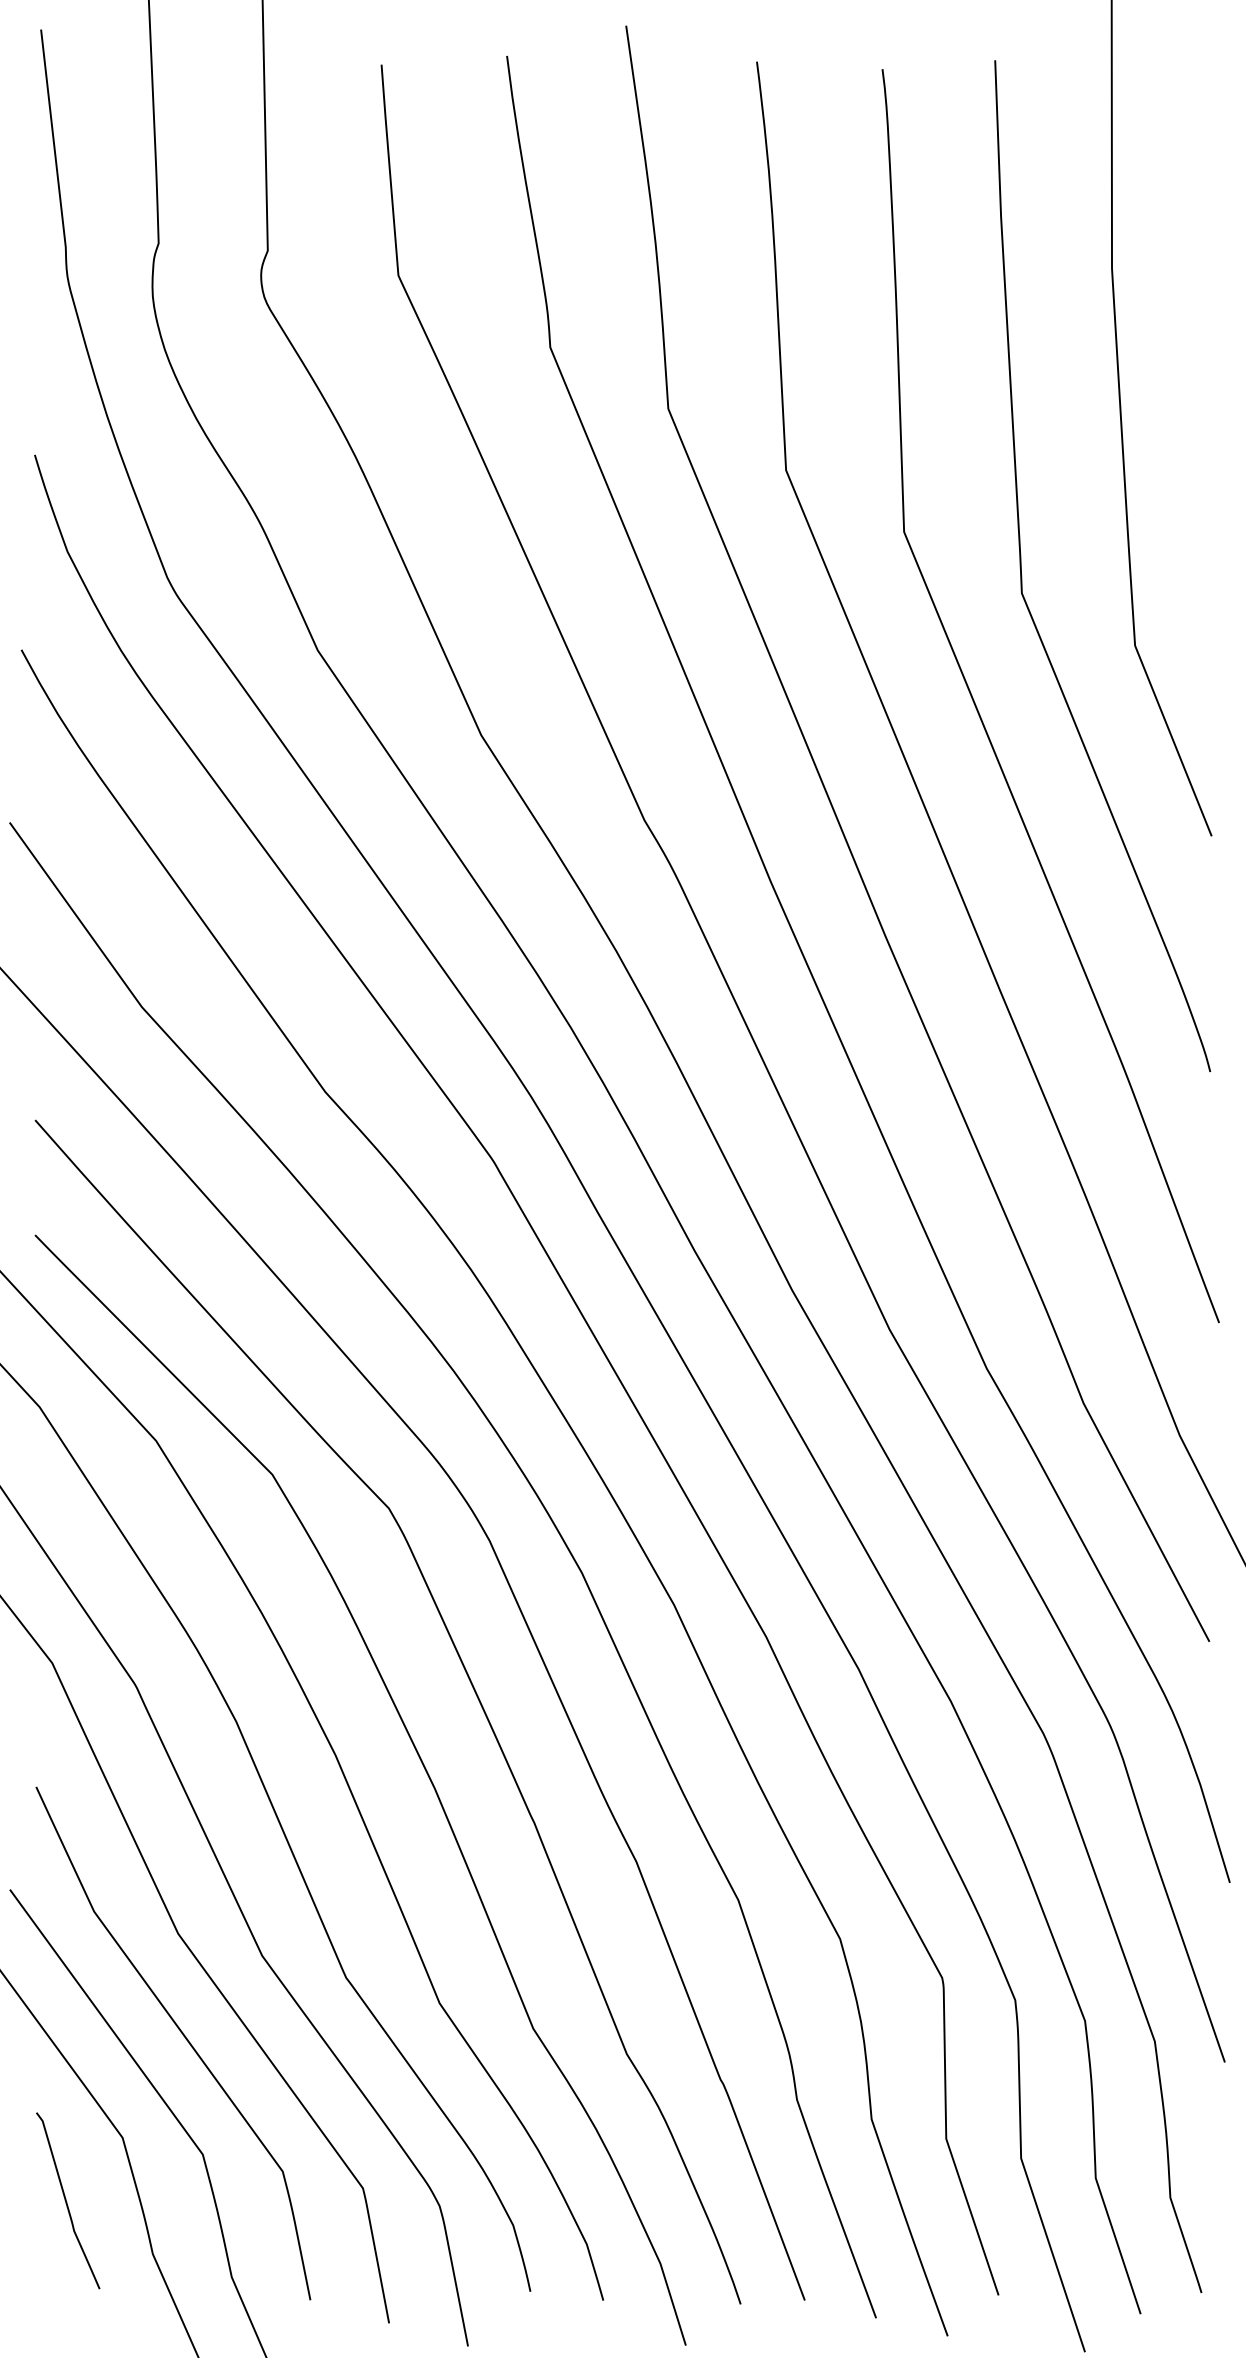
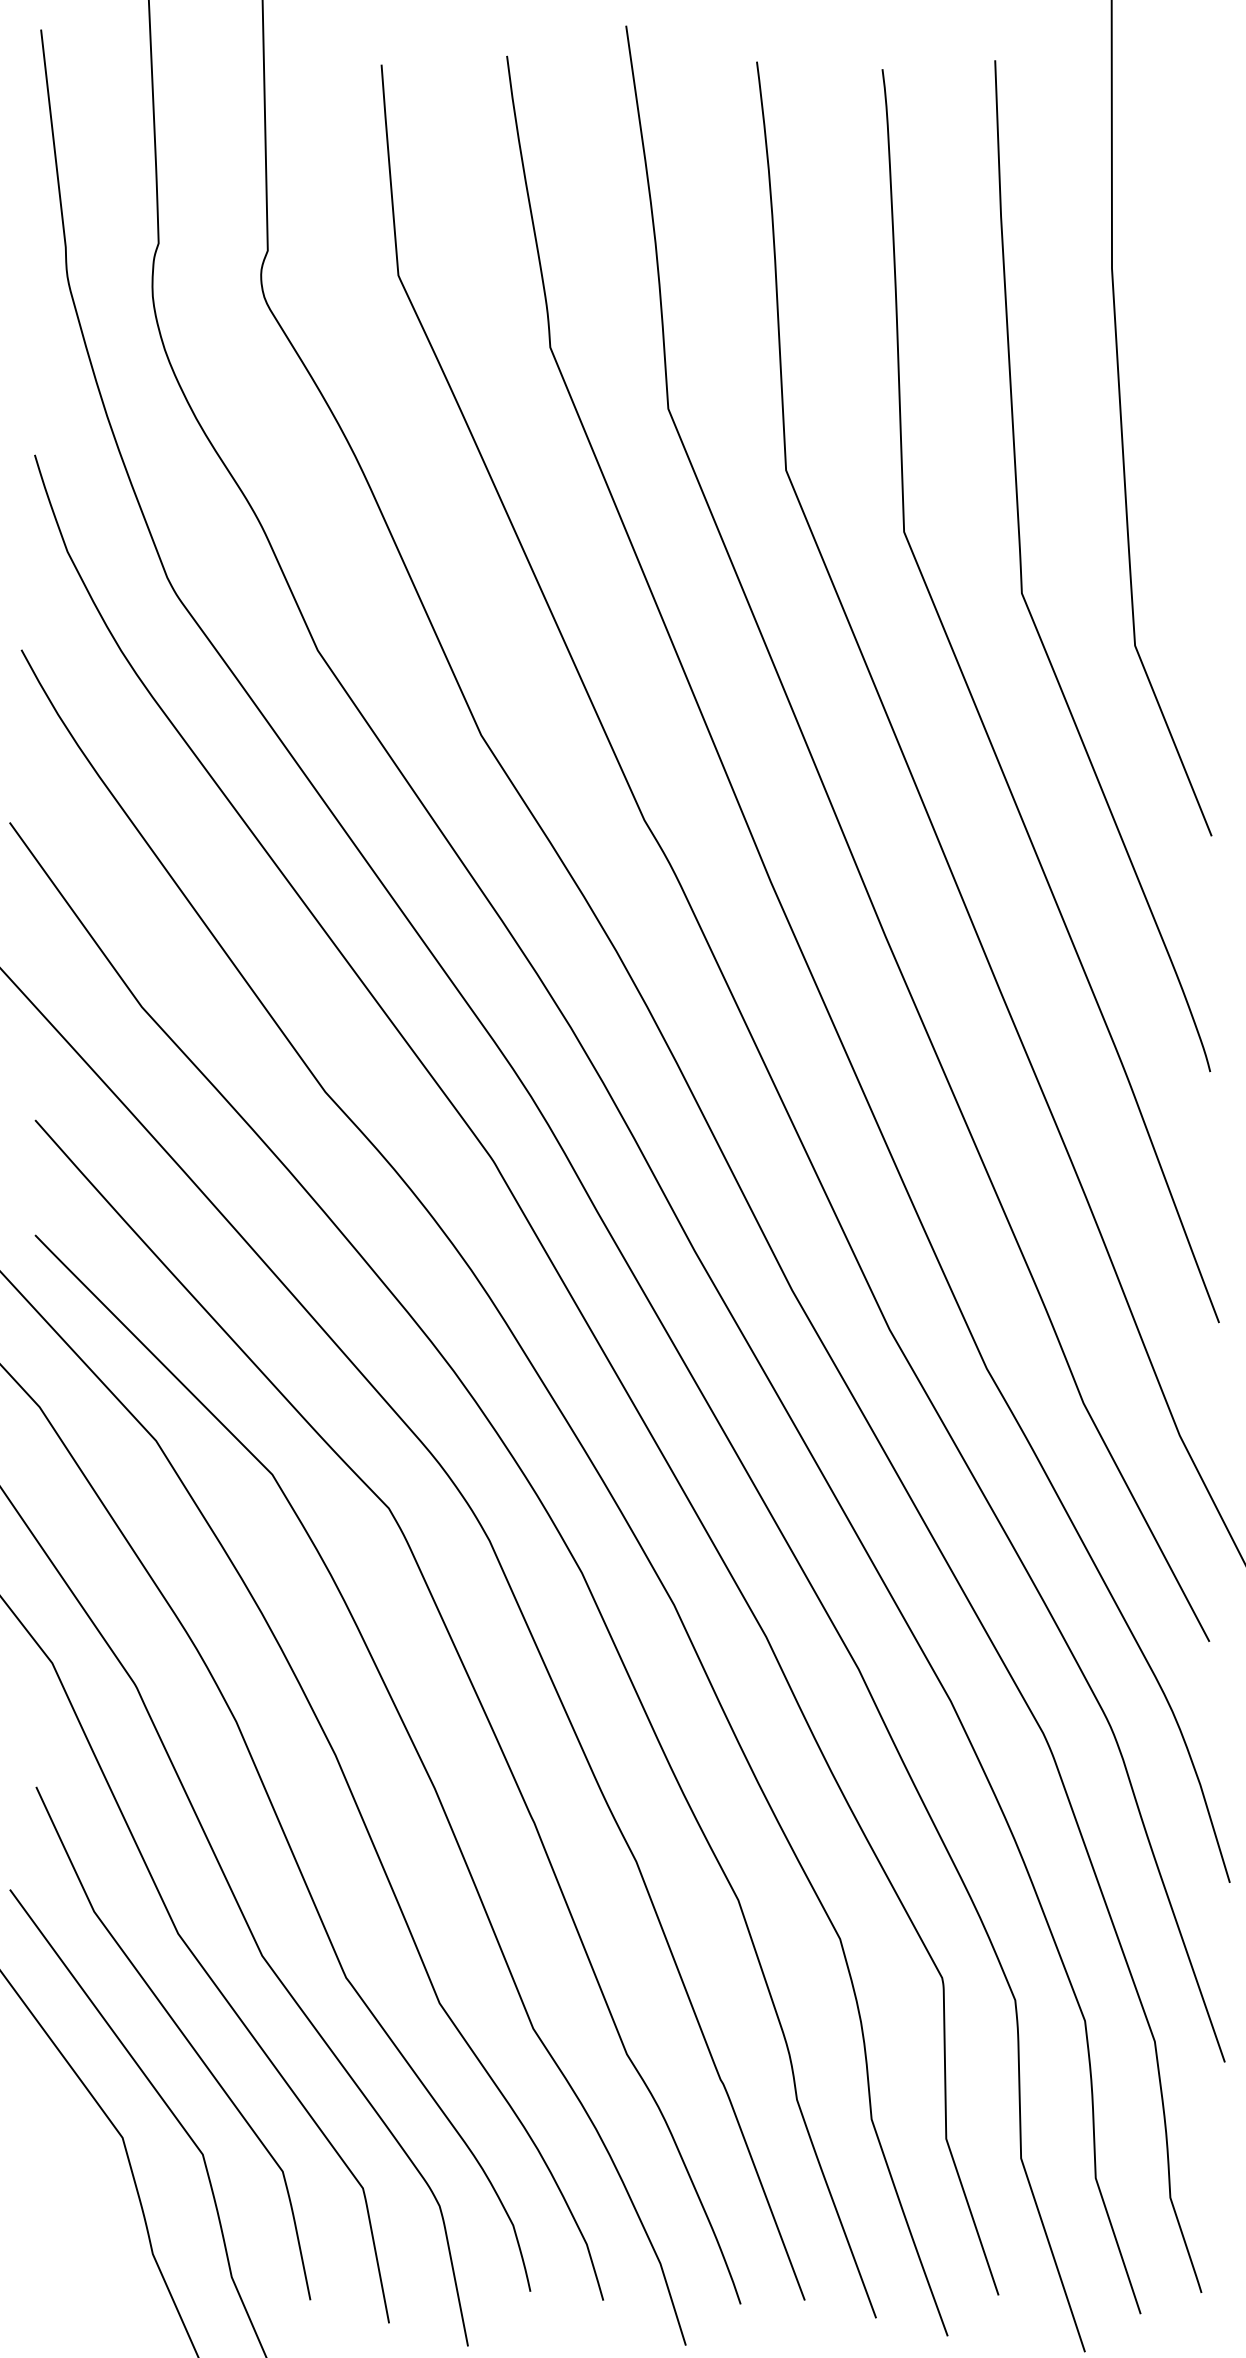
curve at (66, 2200): present -> none
